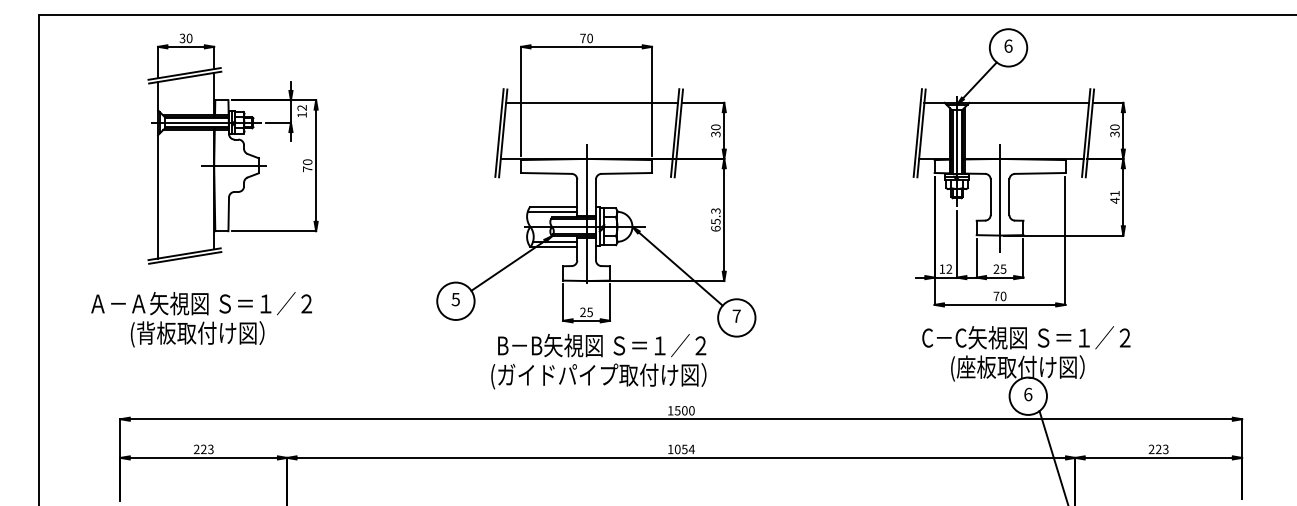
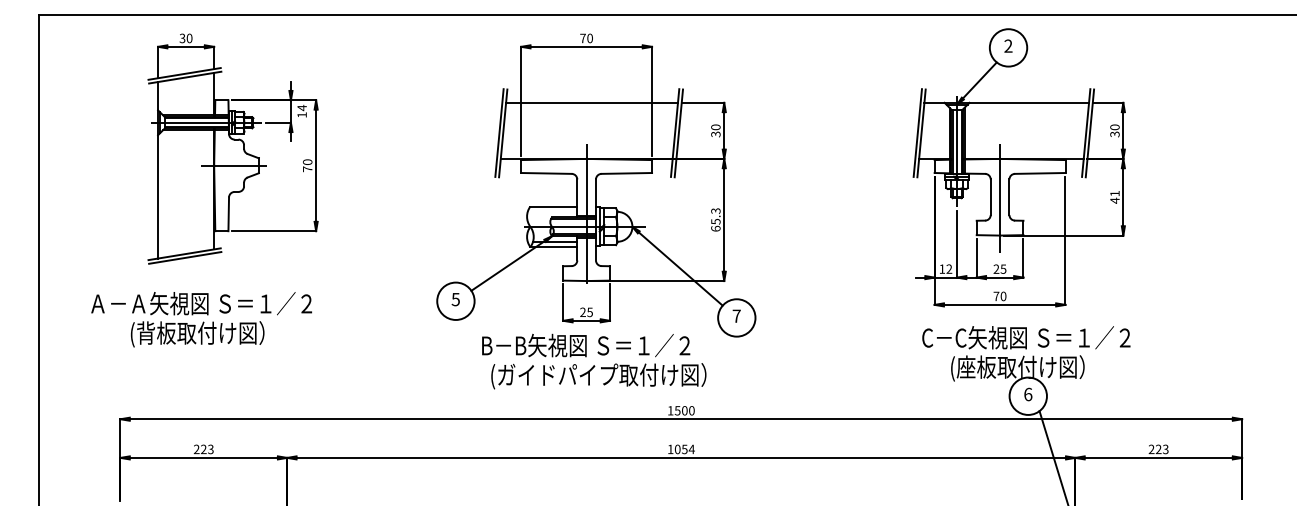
text at (1008, 45): 6 -> 2
text at (301, 107): 12 -> 14
line at (552, 211): present -> none
text at (602, 345) position: (602, 345) -> (586, 345)
